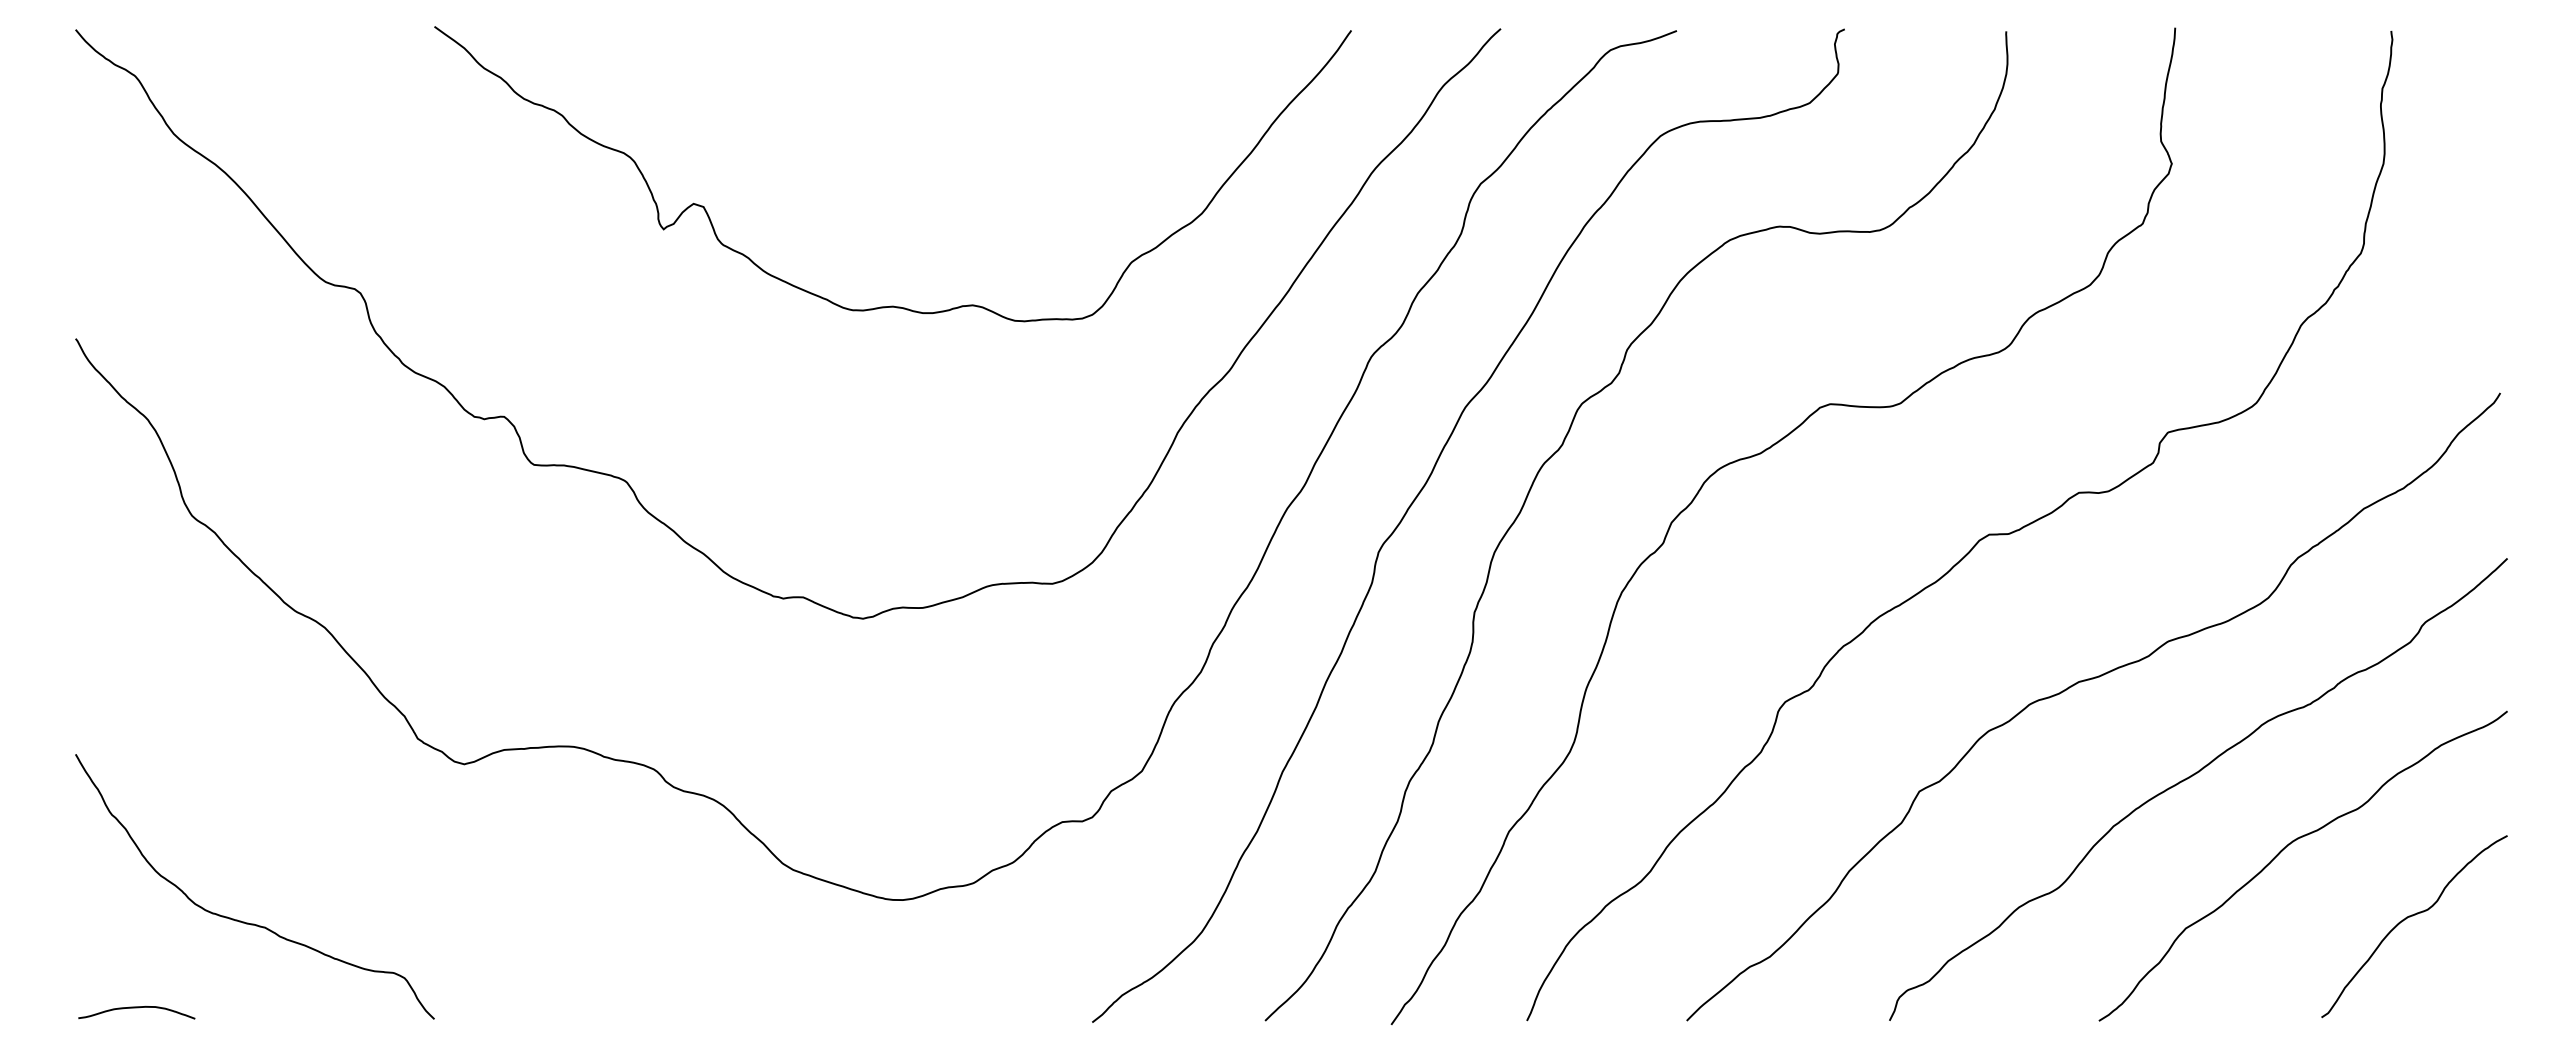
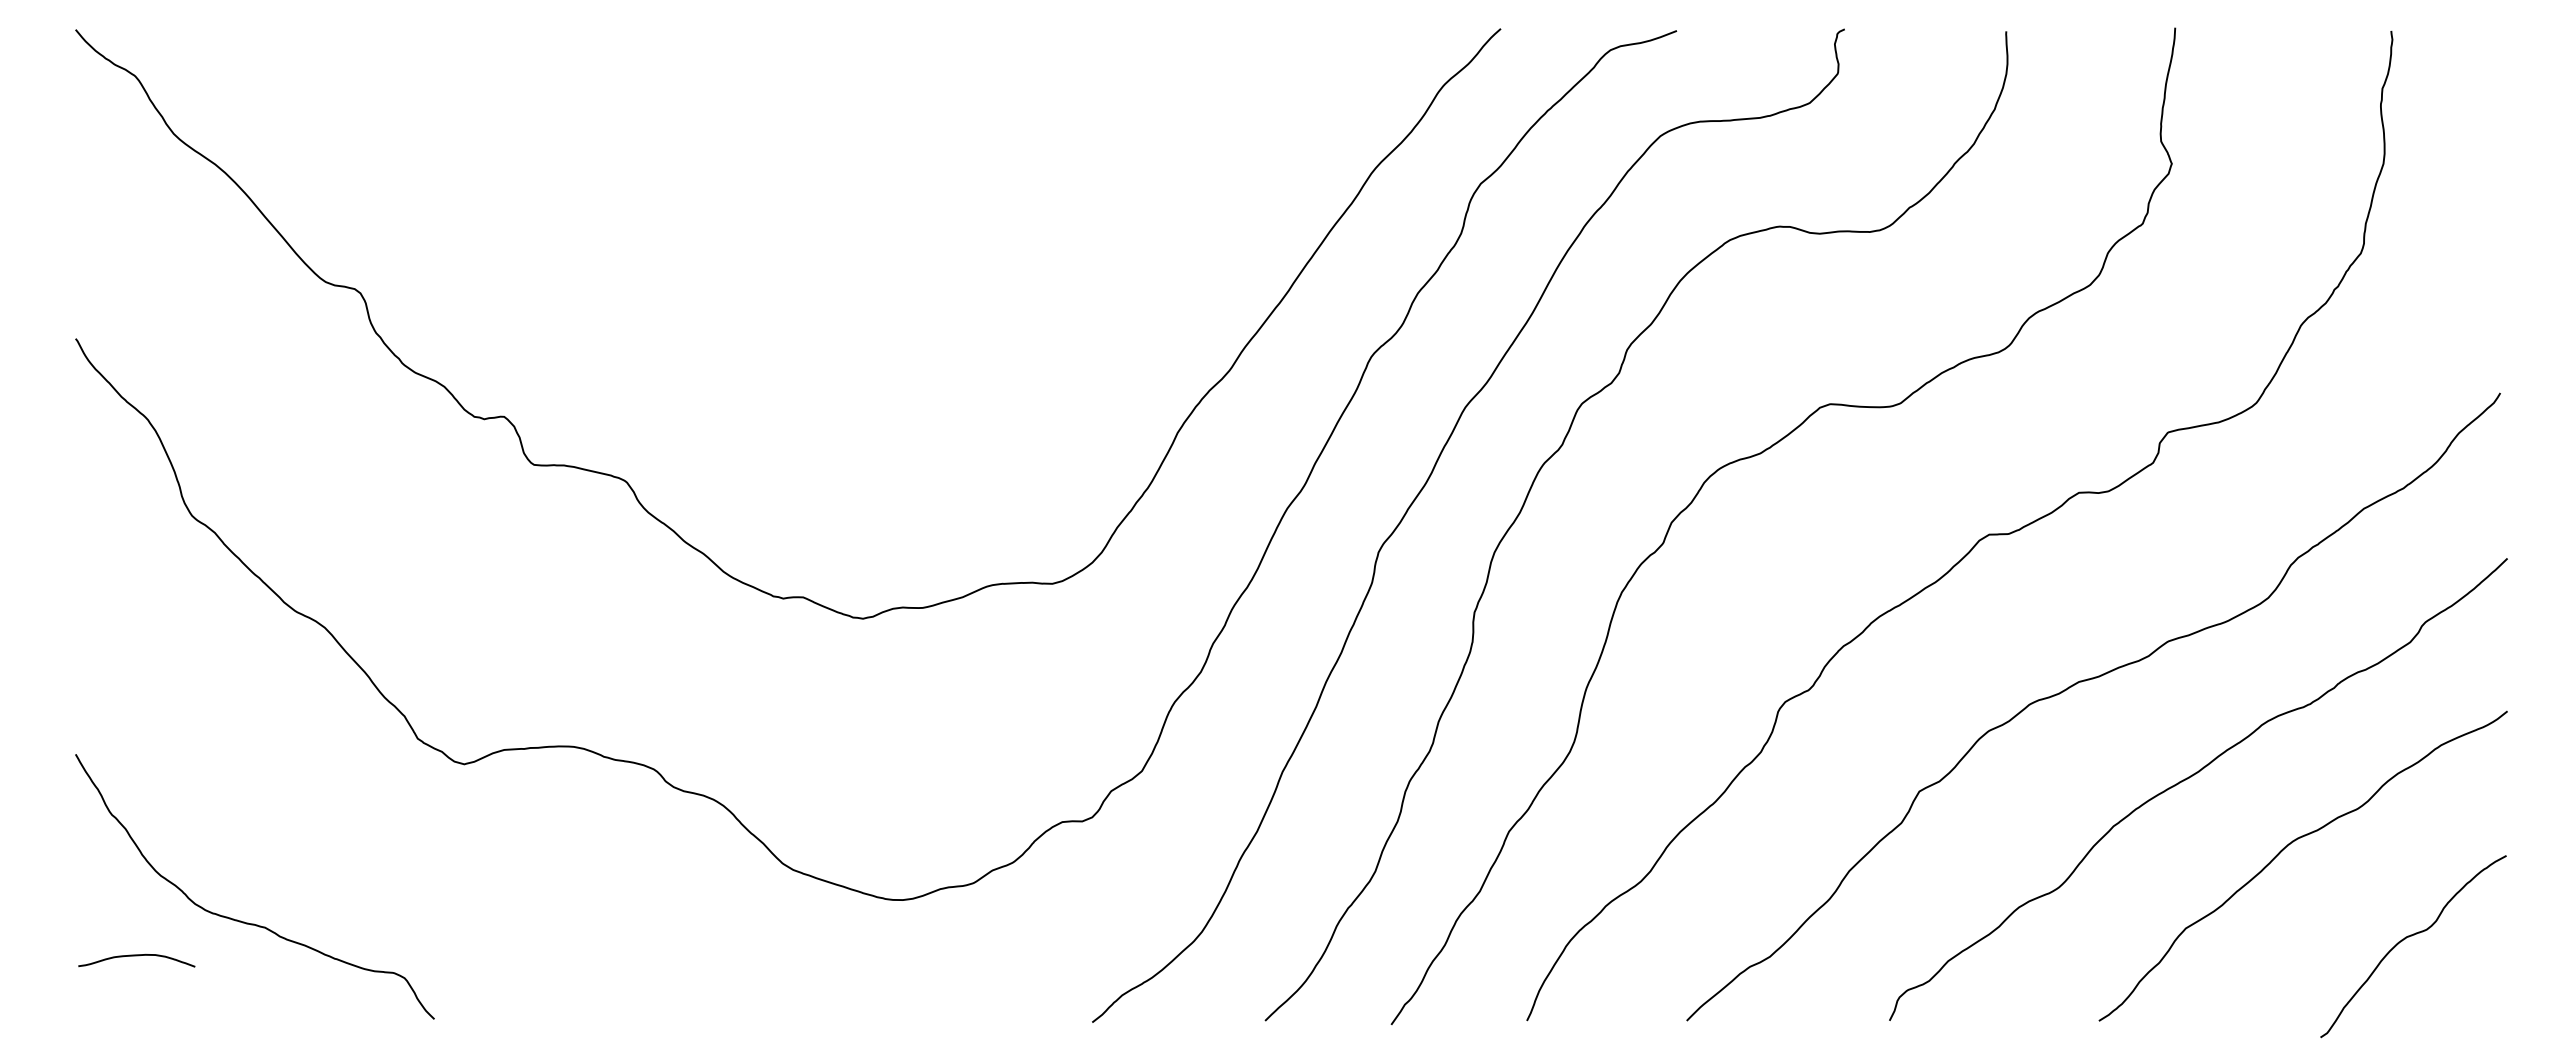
curve at (892, 305): present -> none
curve at (2410, 917) position: (2410, 917) -> (2409, 937)
curve at (136, 1008) position: (136, 1008) -> (136, 956)
